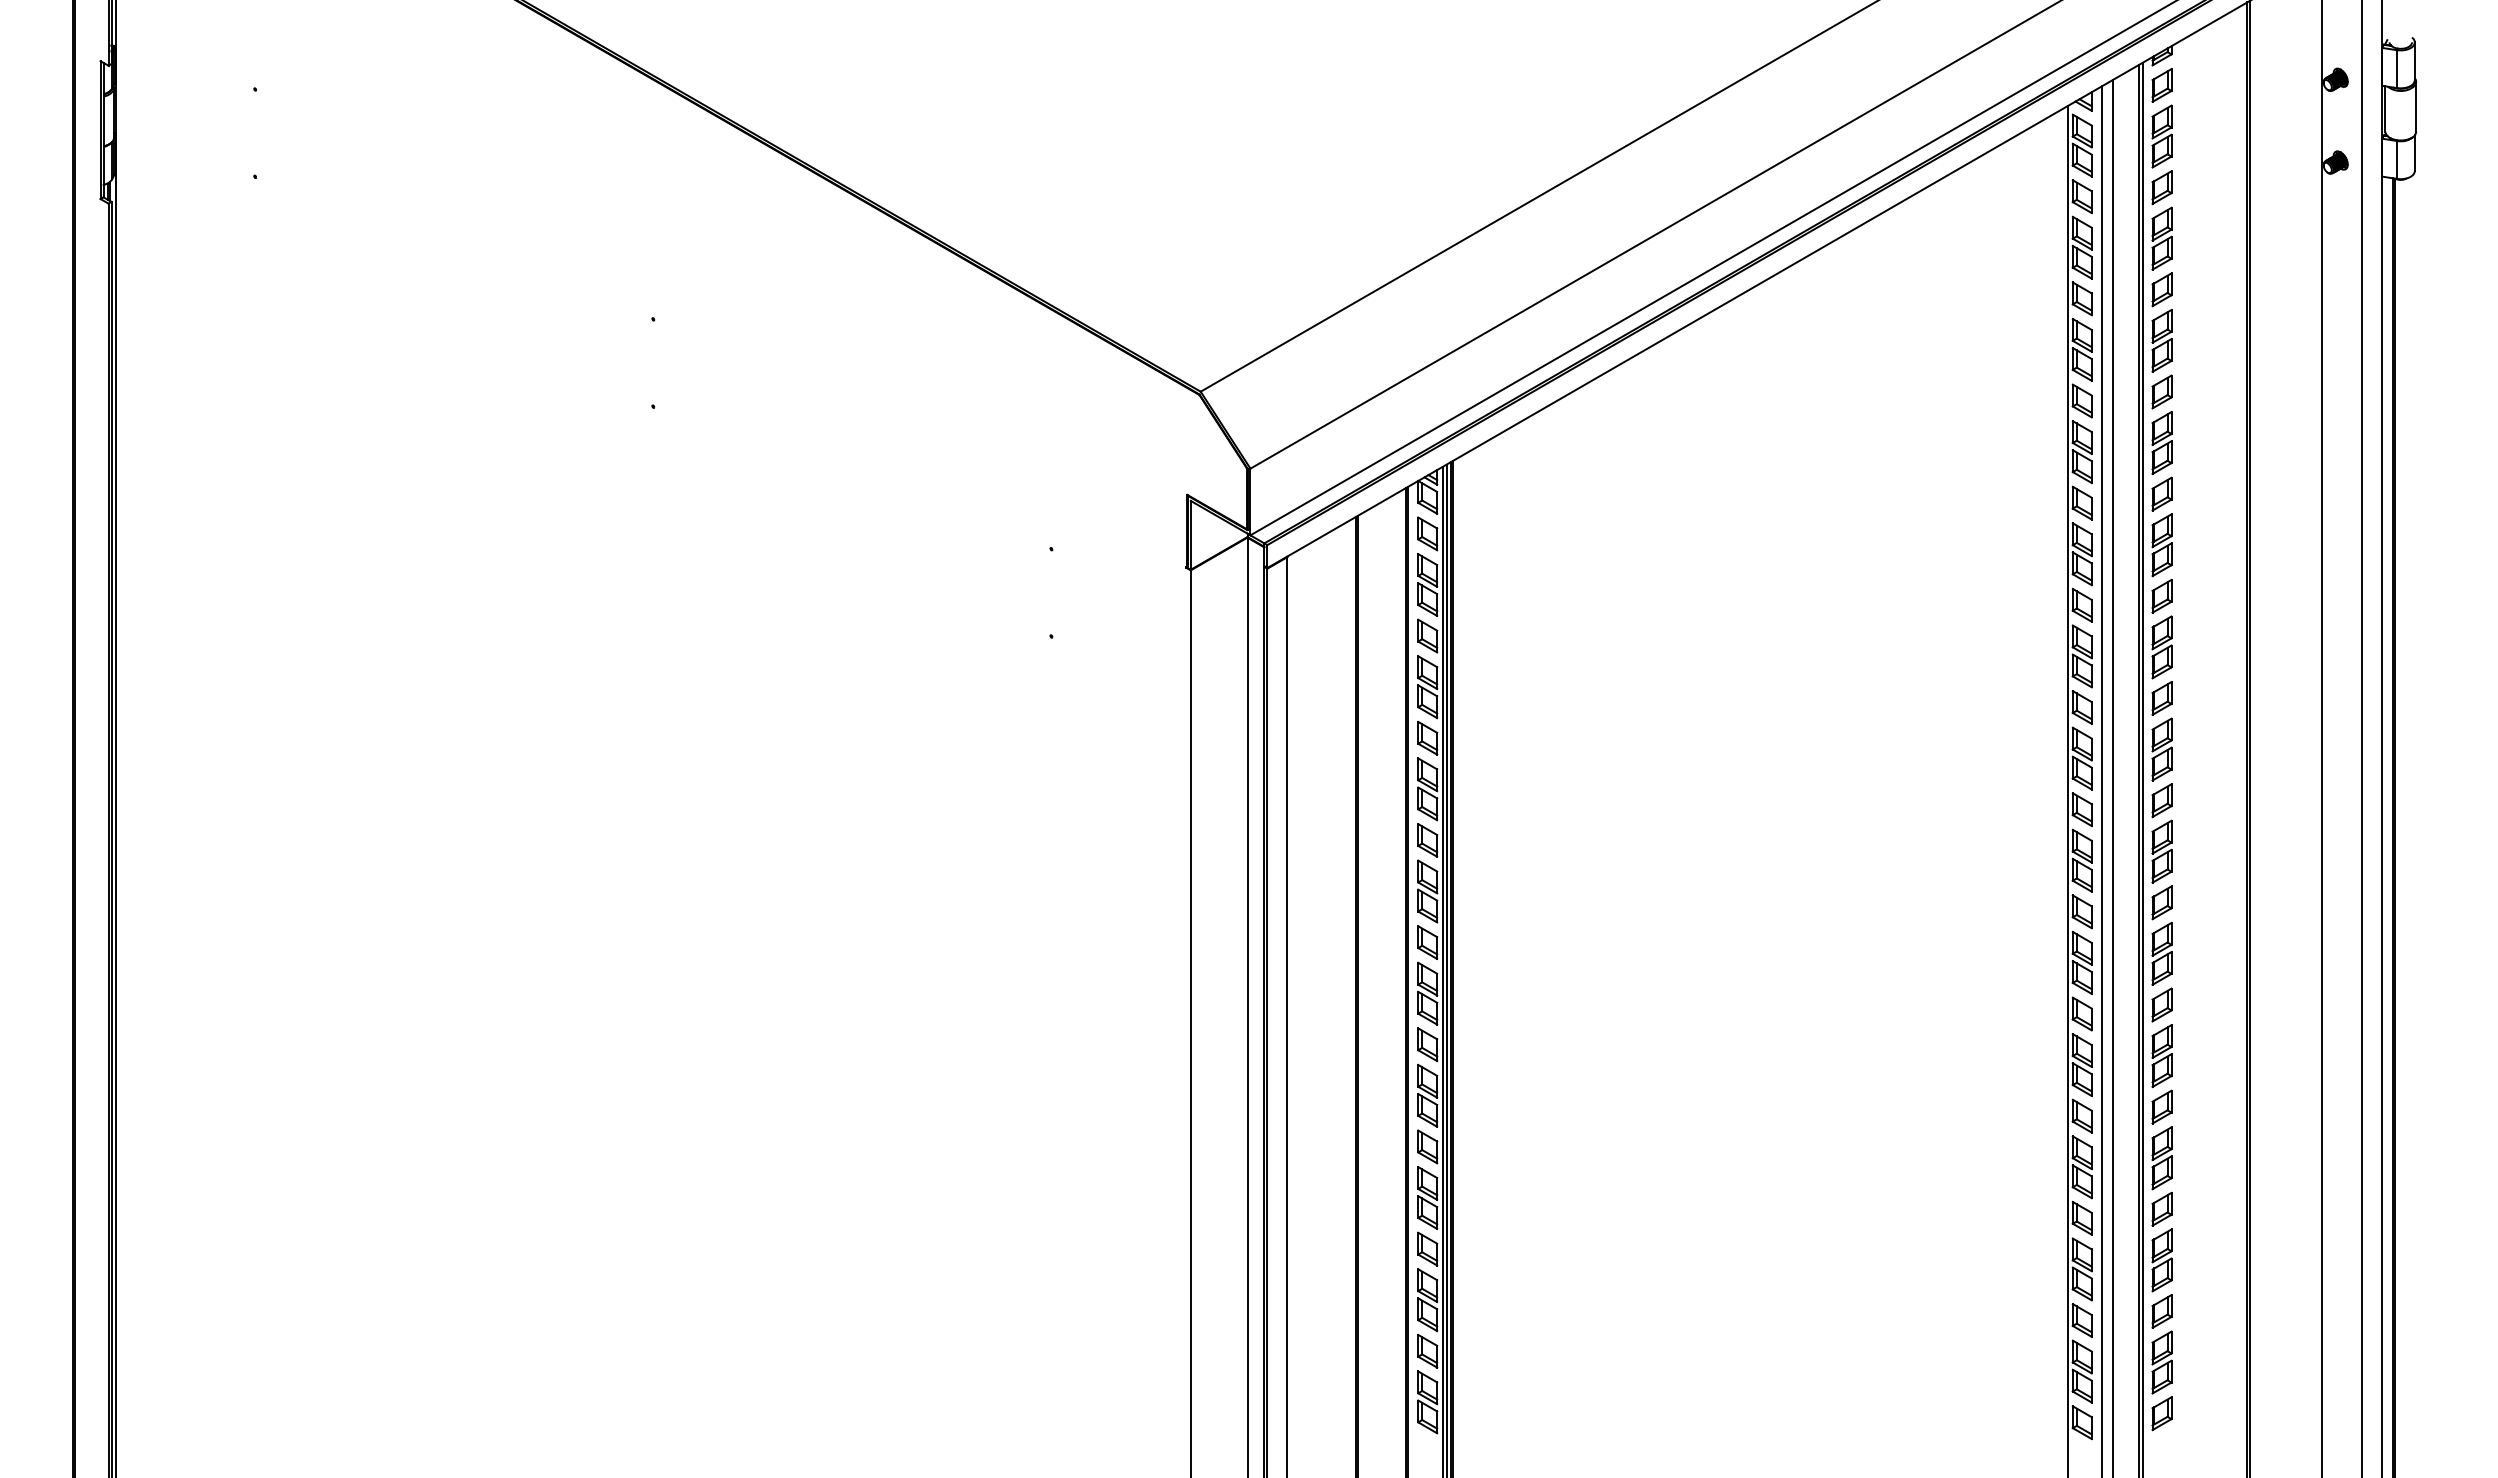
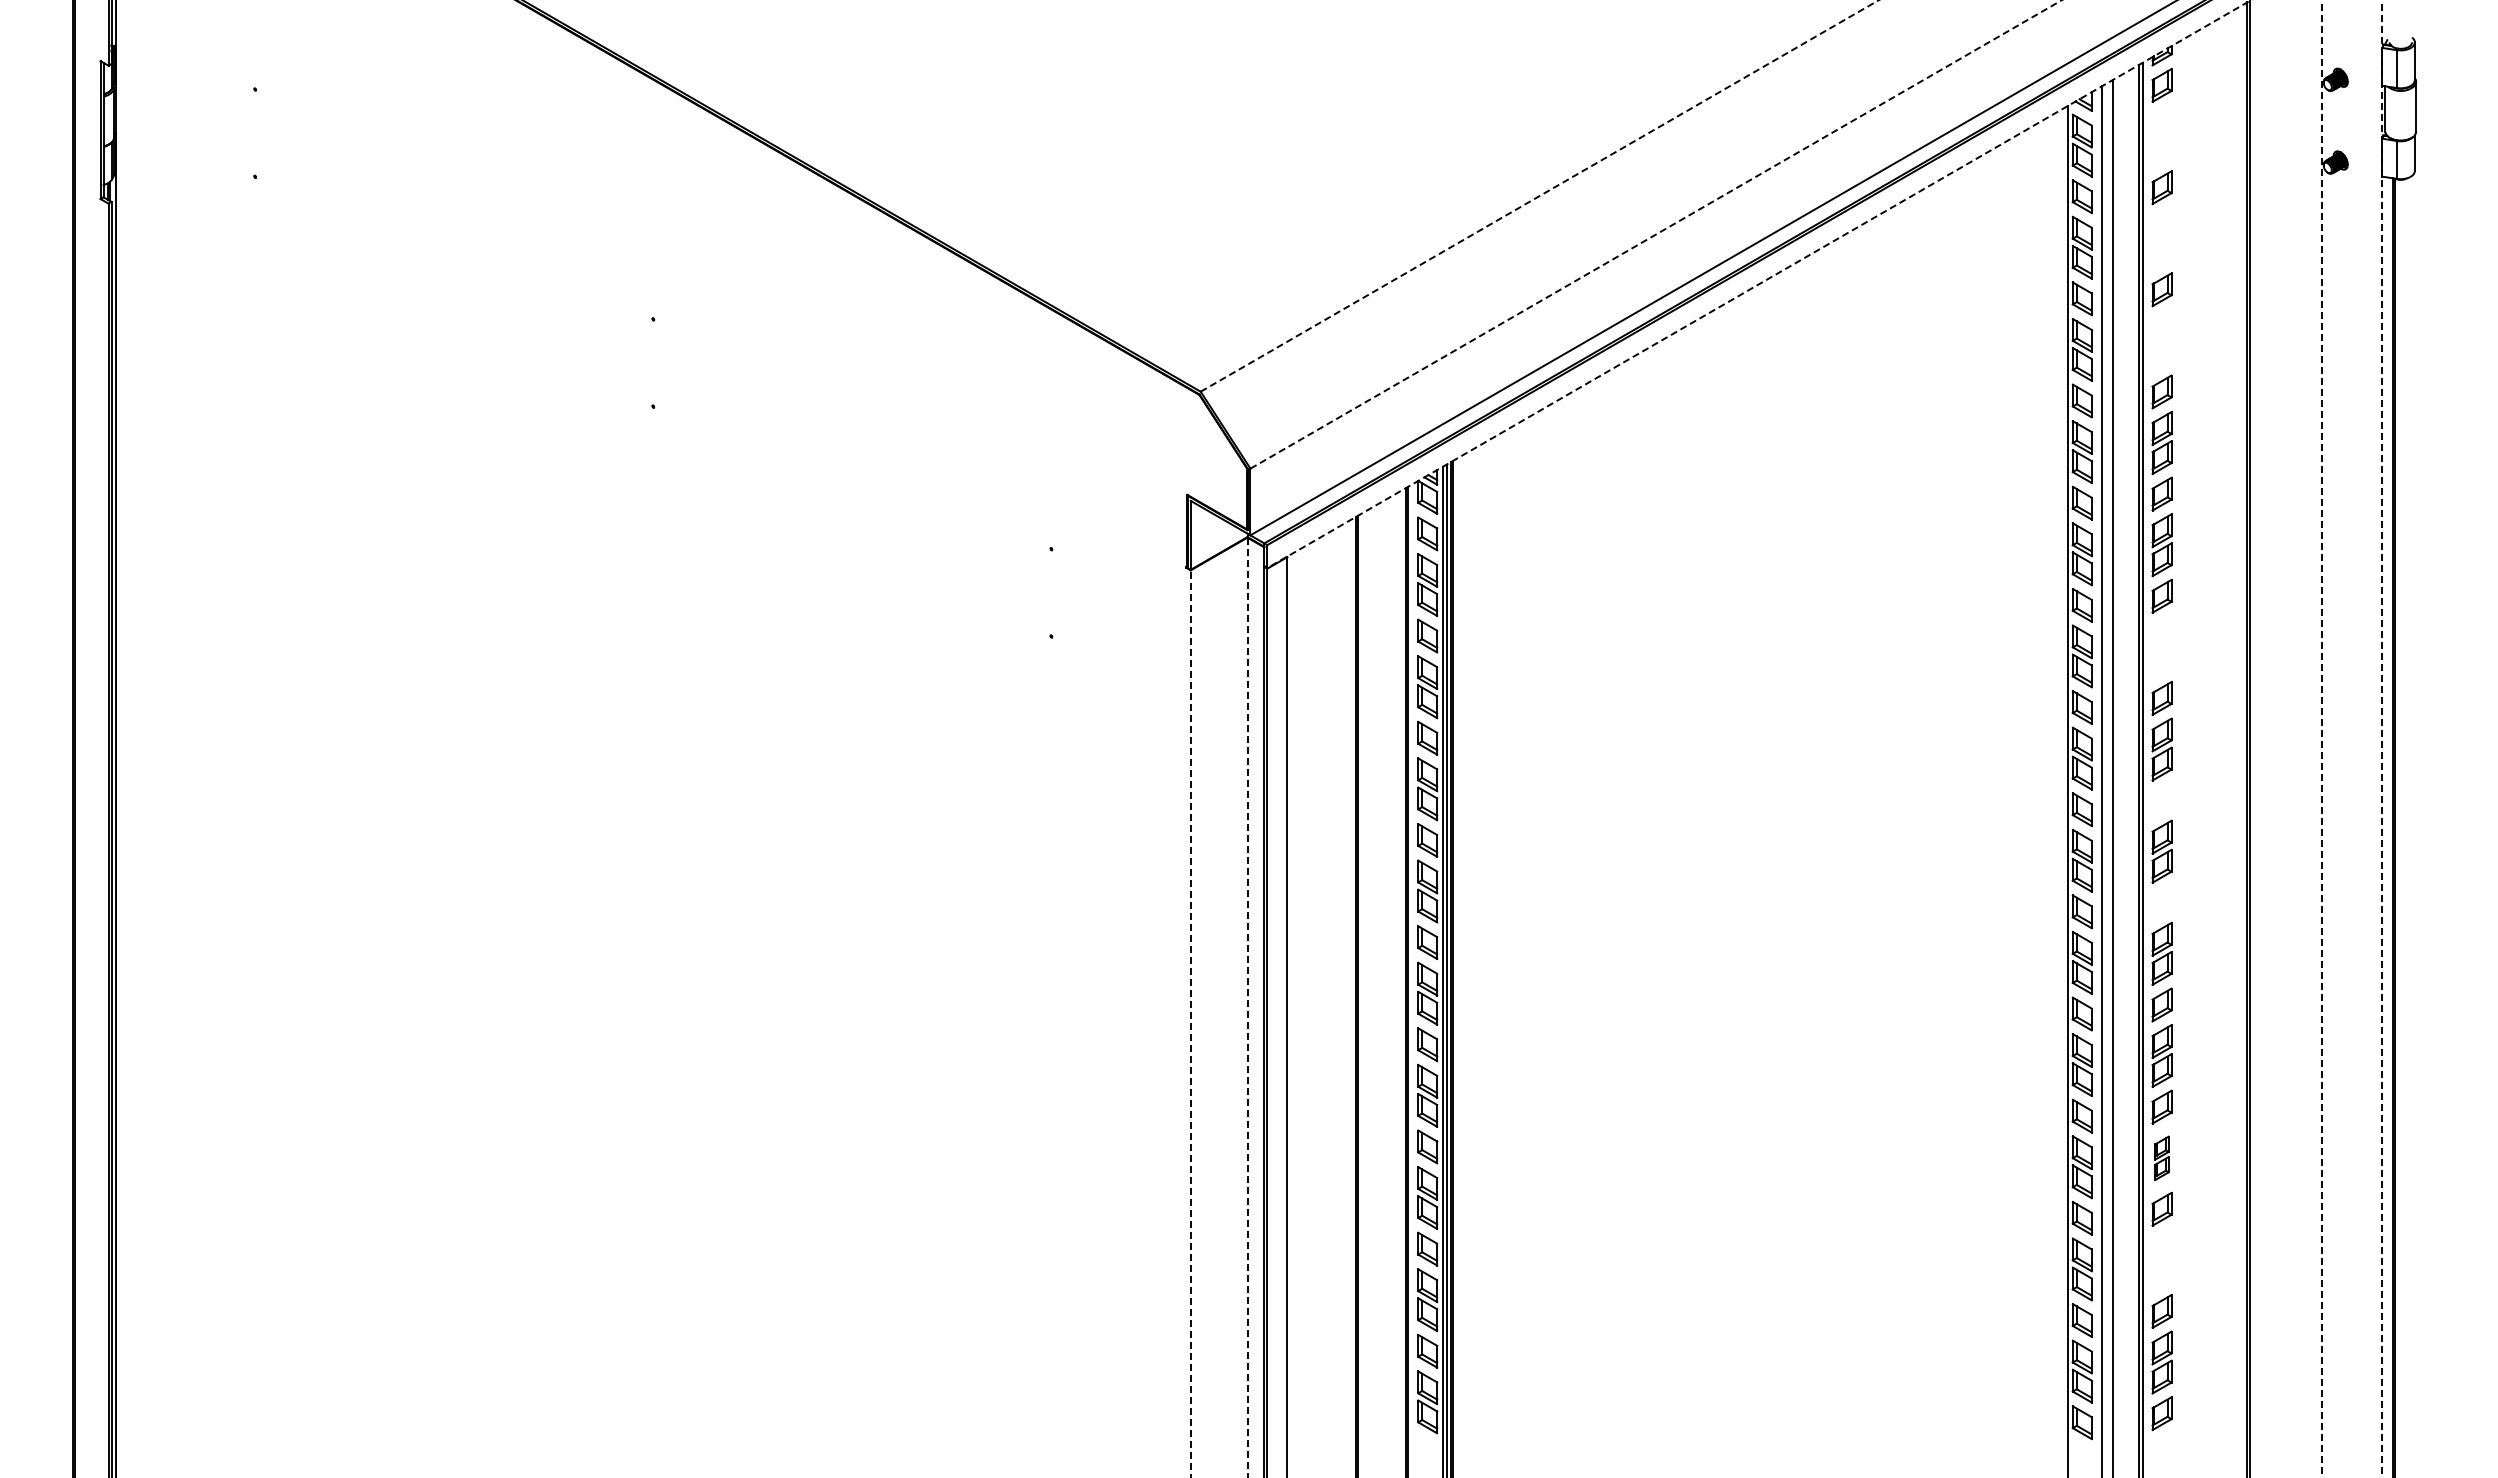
part at (2161, 136): present -> none
line at (1540, 195): solid -> dashed
line at (1656, 234): solid -> dashed
part at (2161, 238): present -> none
line at (1758, 284): solid -> dashed
part at (2161, 340): present -> none
part at (2161, 647): present -> none
line at (2362, 738): present -> none
line at (2381, 738): solid -> dashed
line at (2322, 739): solid -> dashed
part at (2161, 800): present -> none
part at (2161, 902): present -> none
line at (1247, 1007): solid -> dashed
line at (1190, 1023): solid -> dashed
part at (2161, 1158) size: 22x65 px -> 16x46 px
part at (2161, 1260): present -> none
